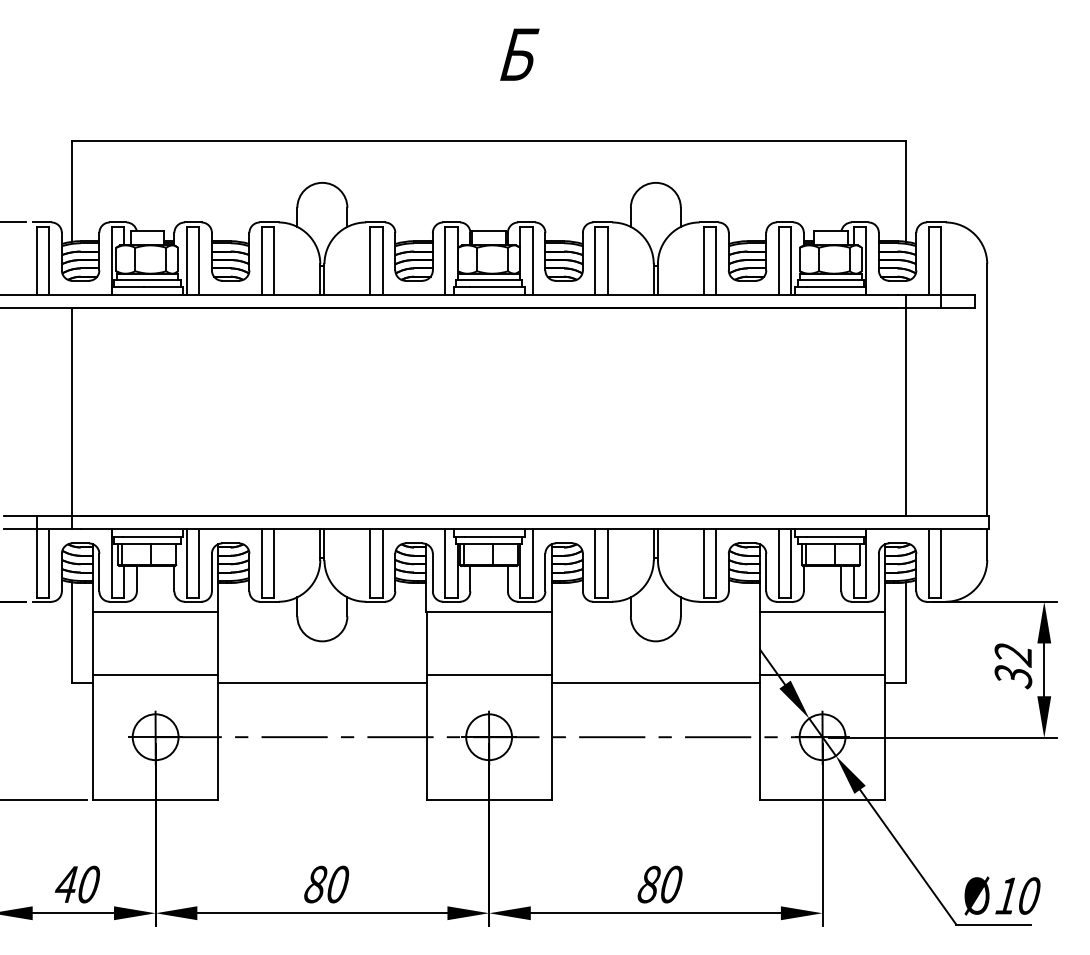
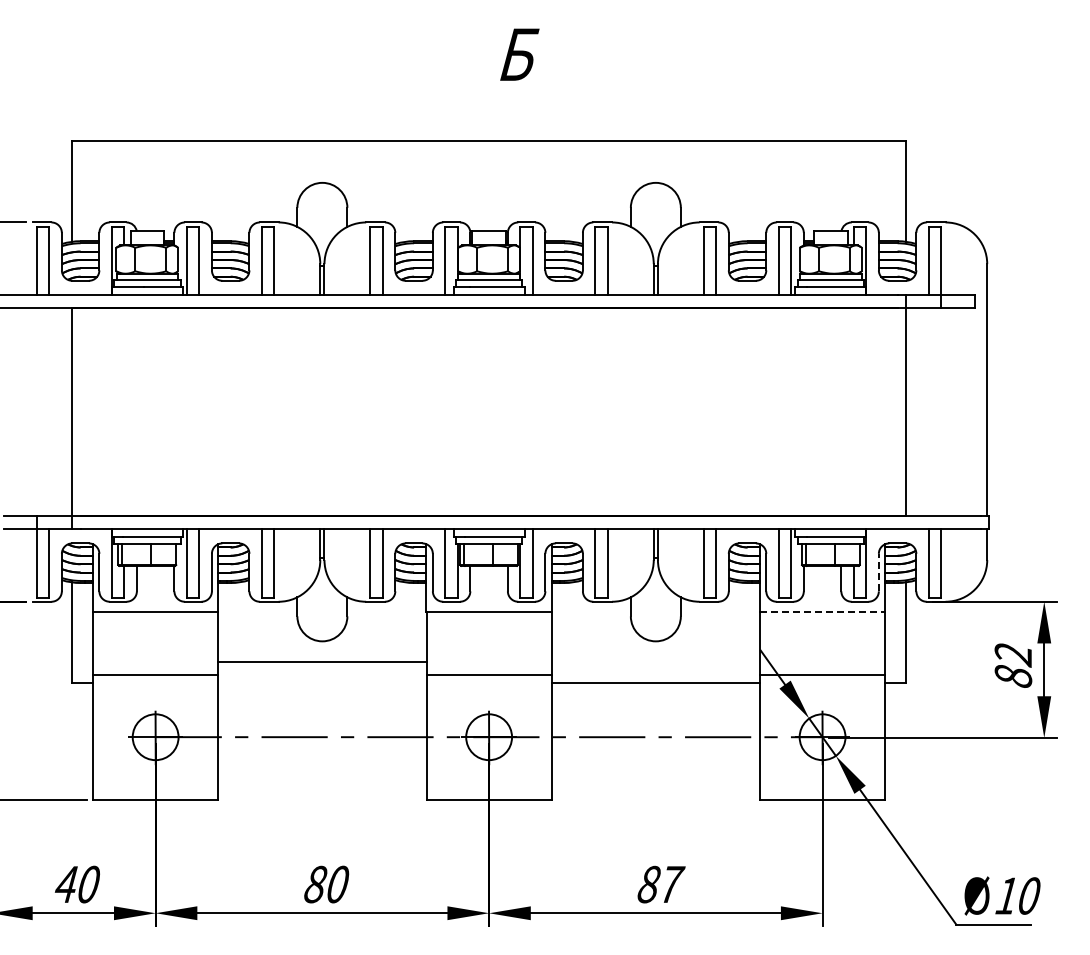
line at (878, 572): solid -> dashed
line at (822, 612): solid -> dashed
text at (1013, 677): 32 -> 82
line at (322, 683) position: (322, 683) -> (322, 662)
text at (673, 884): 80 -> 87
